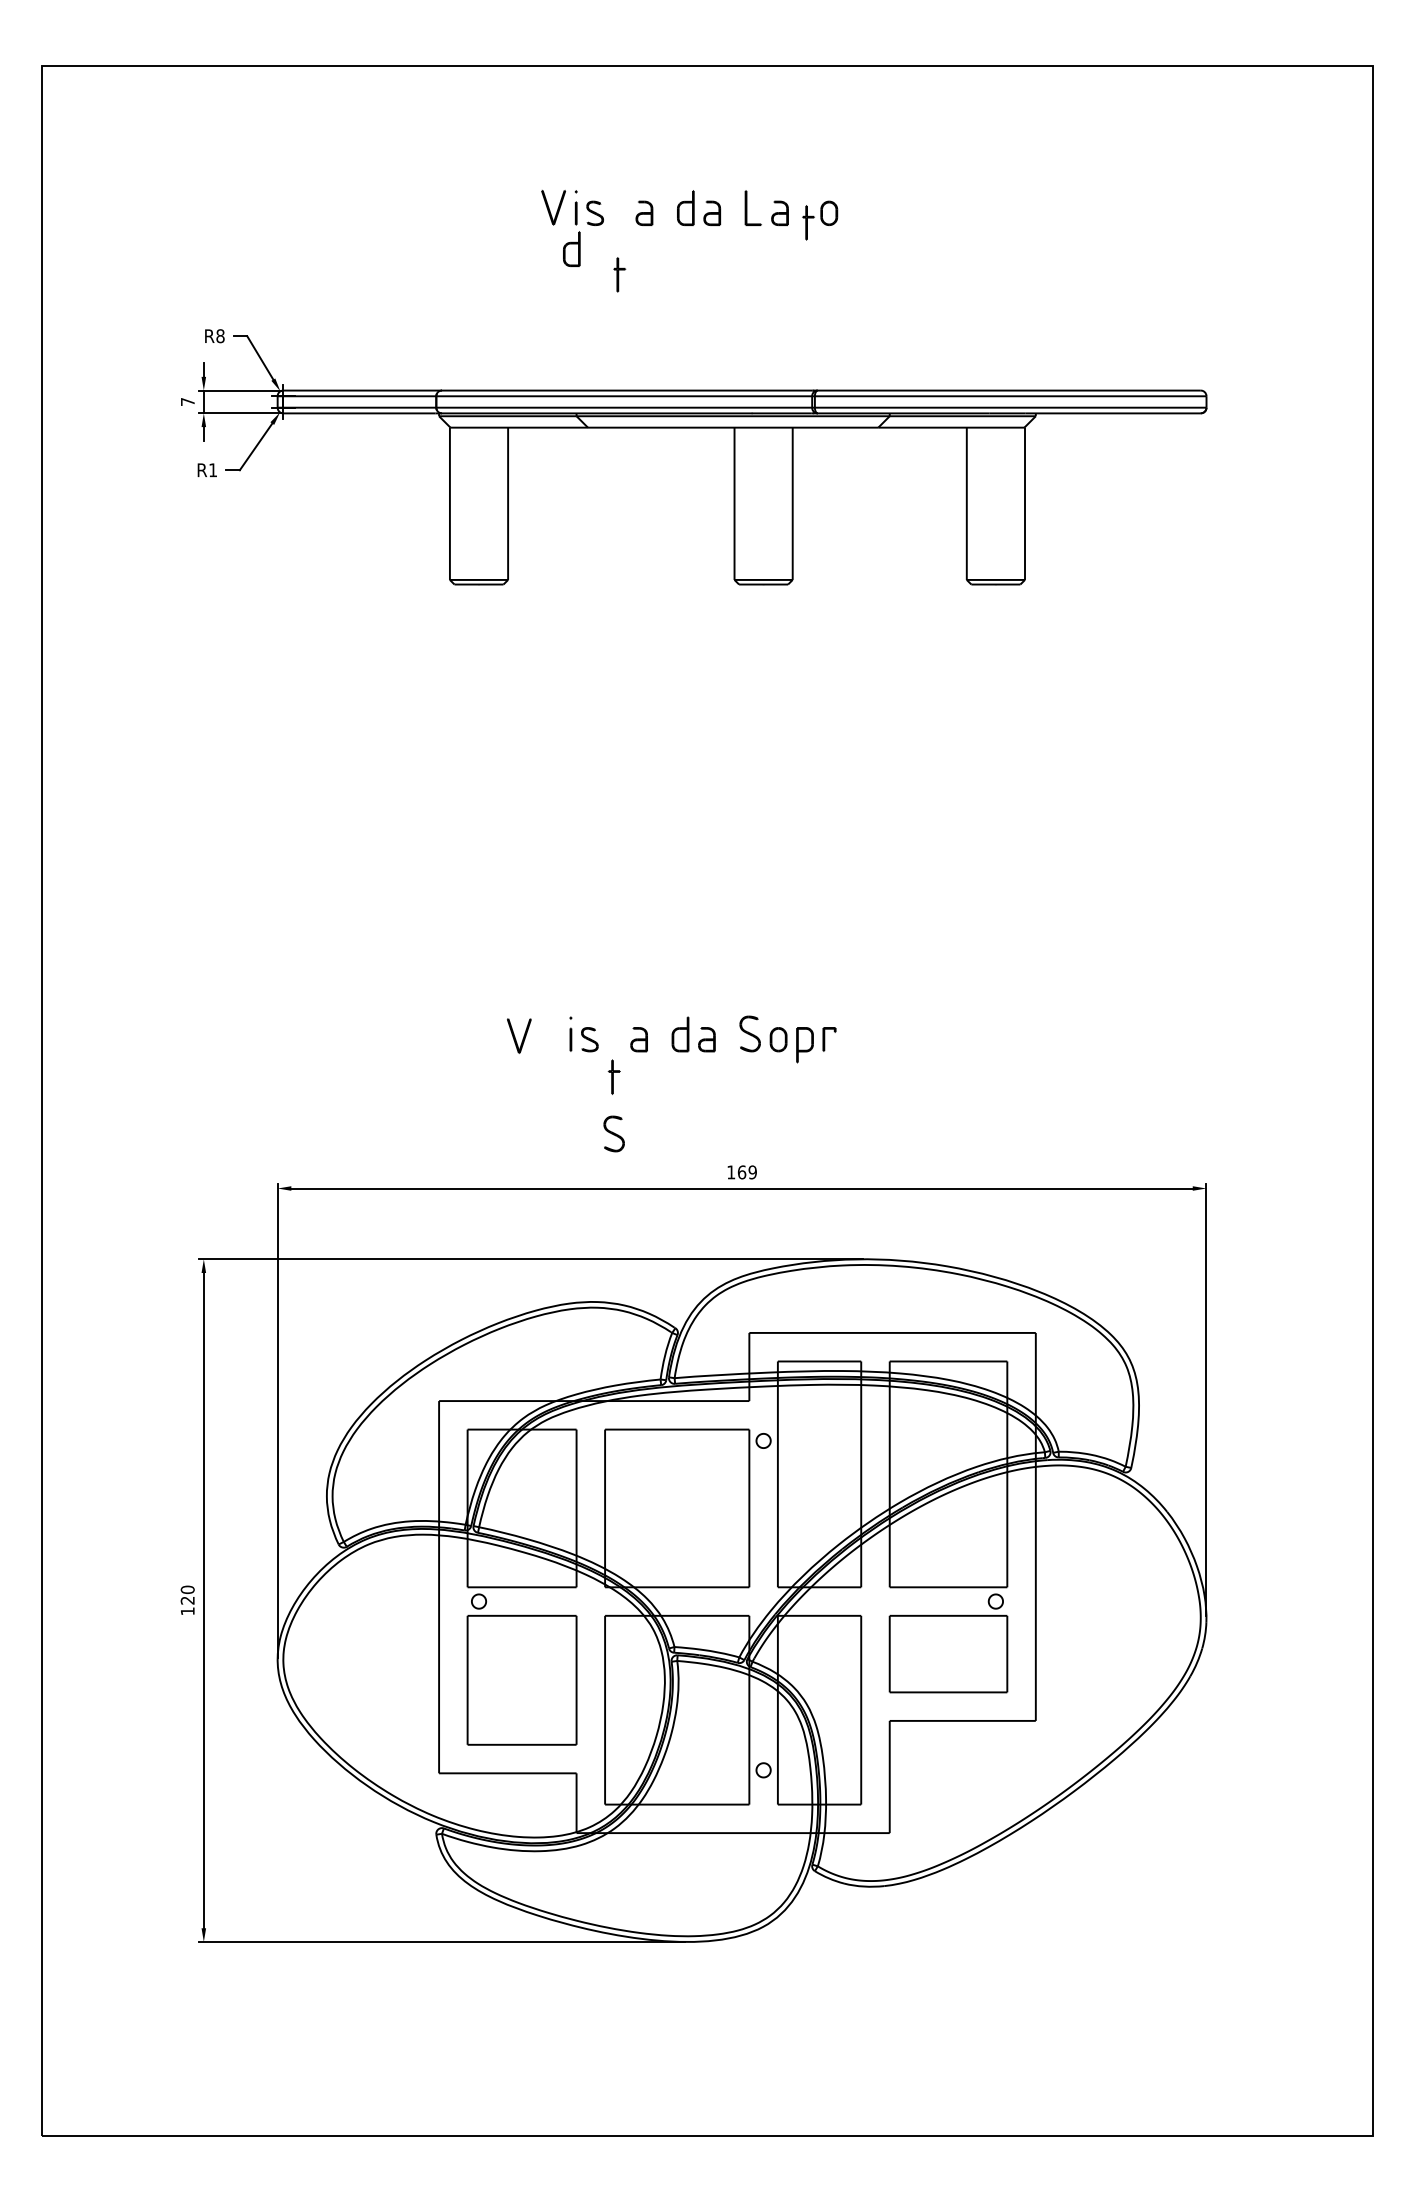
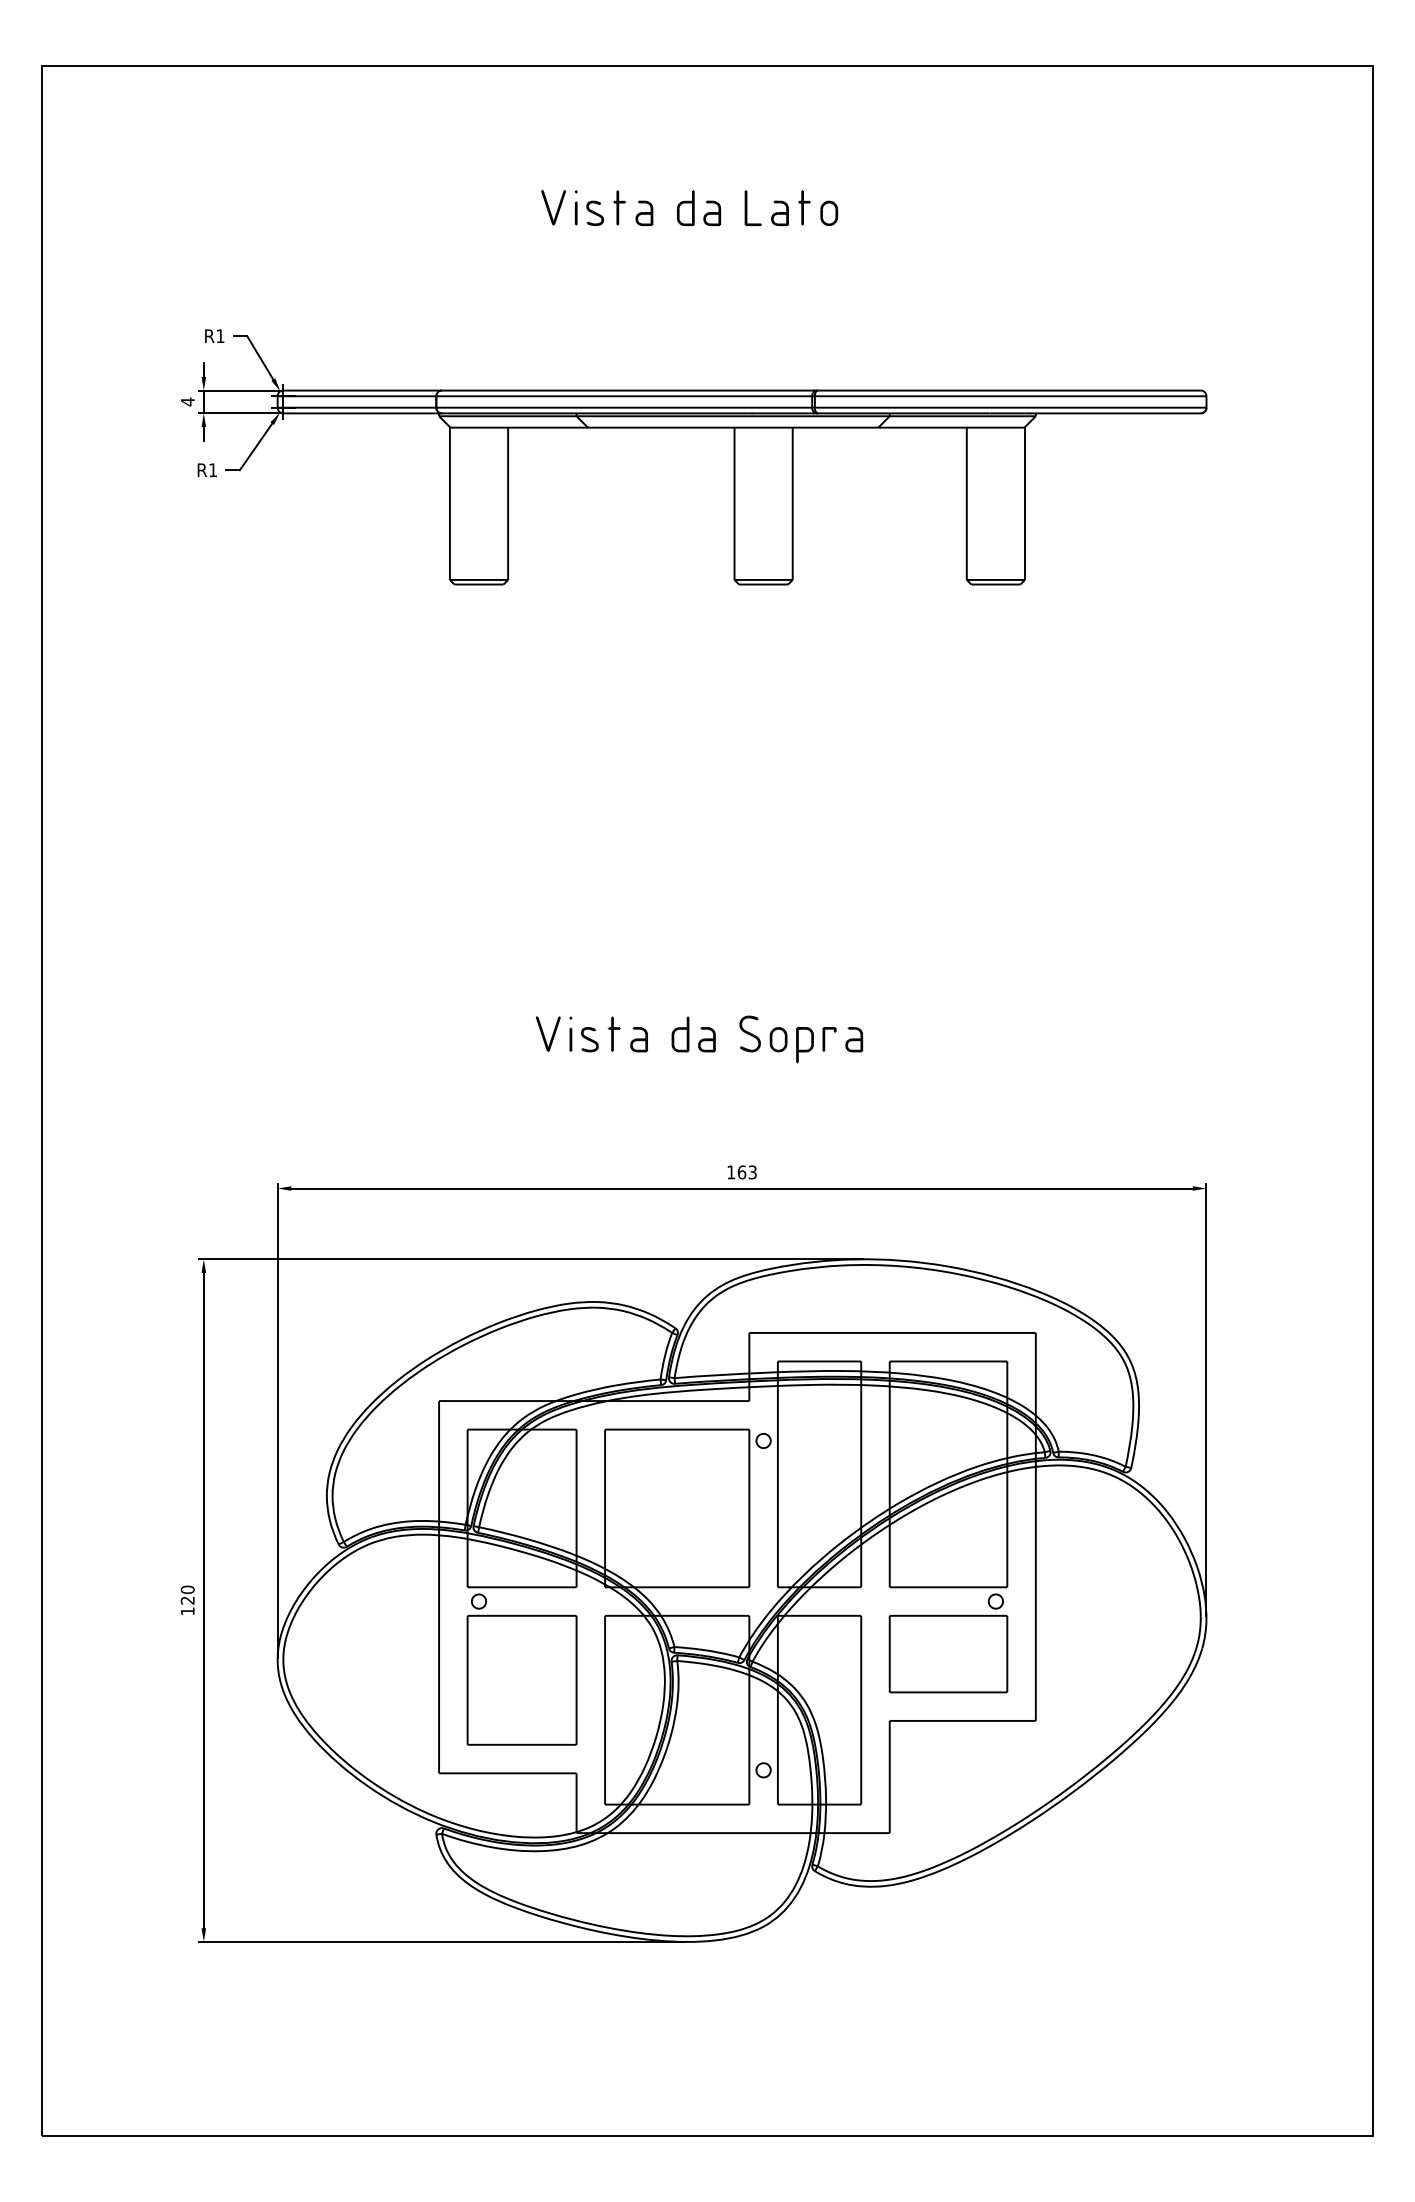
part at (808, 222) position: (808, 222) -> (804, 207)
part at (571, 248): present -> none
part at (619, 274) position: (619, 274) -> (619, 207)
text at (220, 336): R8 -> R1
text at (187, 401): 7 -> 4
part at (519, 1035) position: (519, 1035) -> (548, 1033)
part at (854, 1039): none -> present
part at (613, 1076) position: (613, 1076) -> (613, 1033)
part at (613, 1133): present -> none
text at (752, 1172): 169 -> 163
